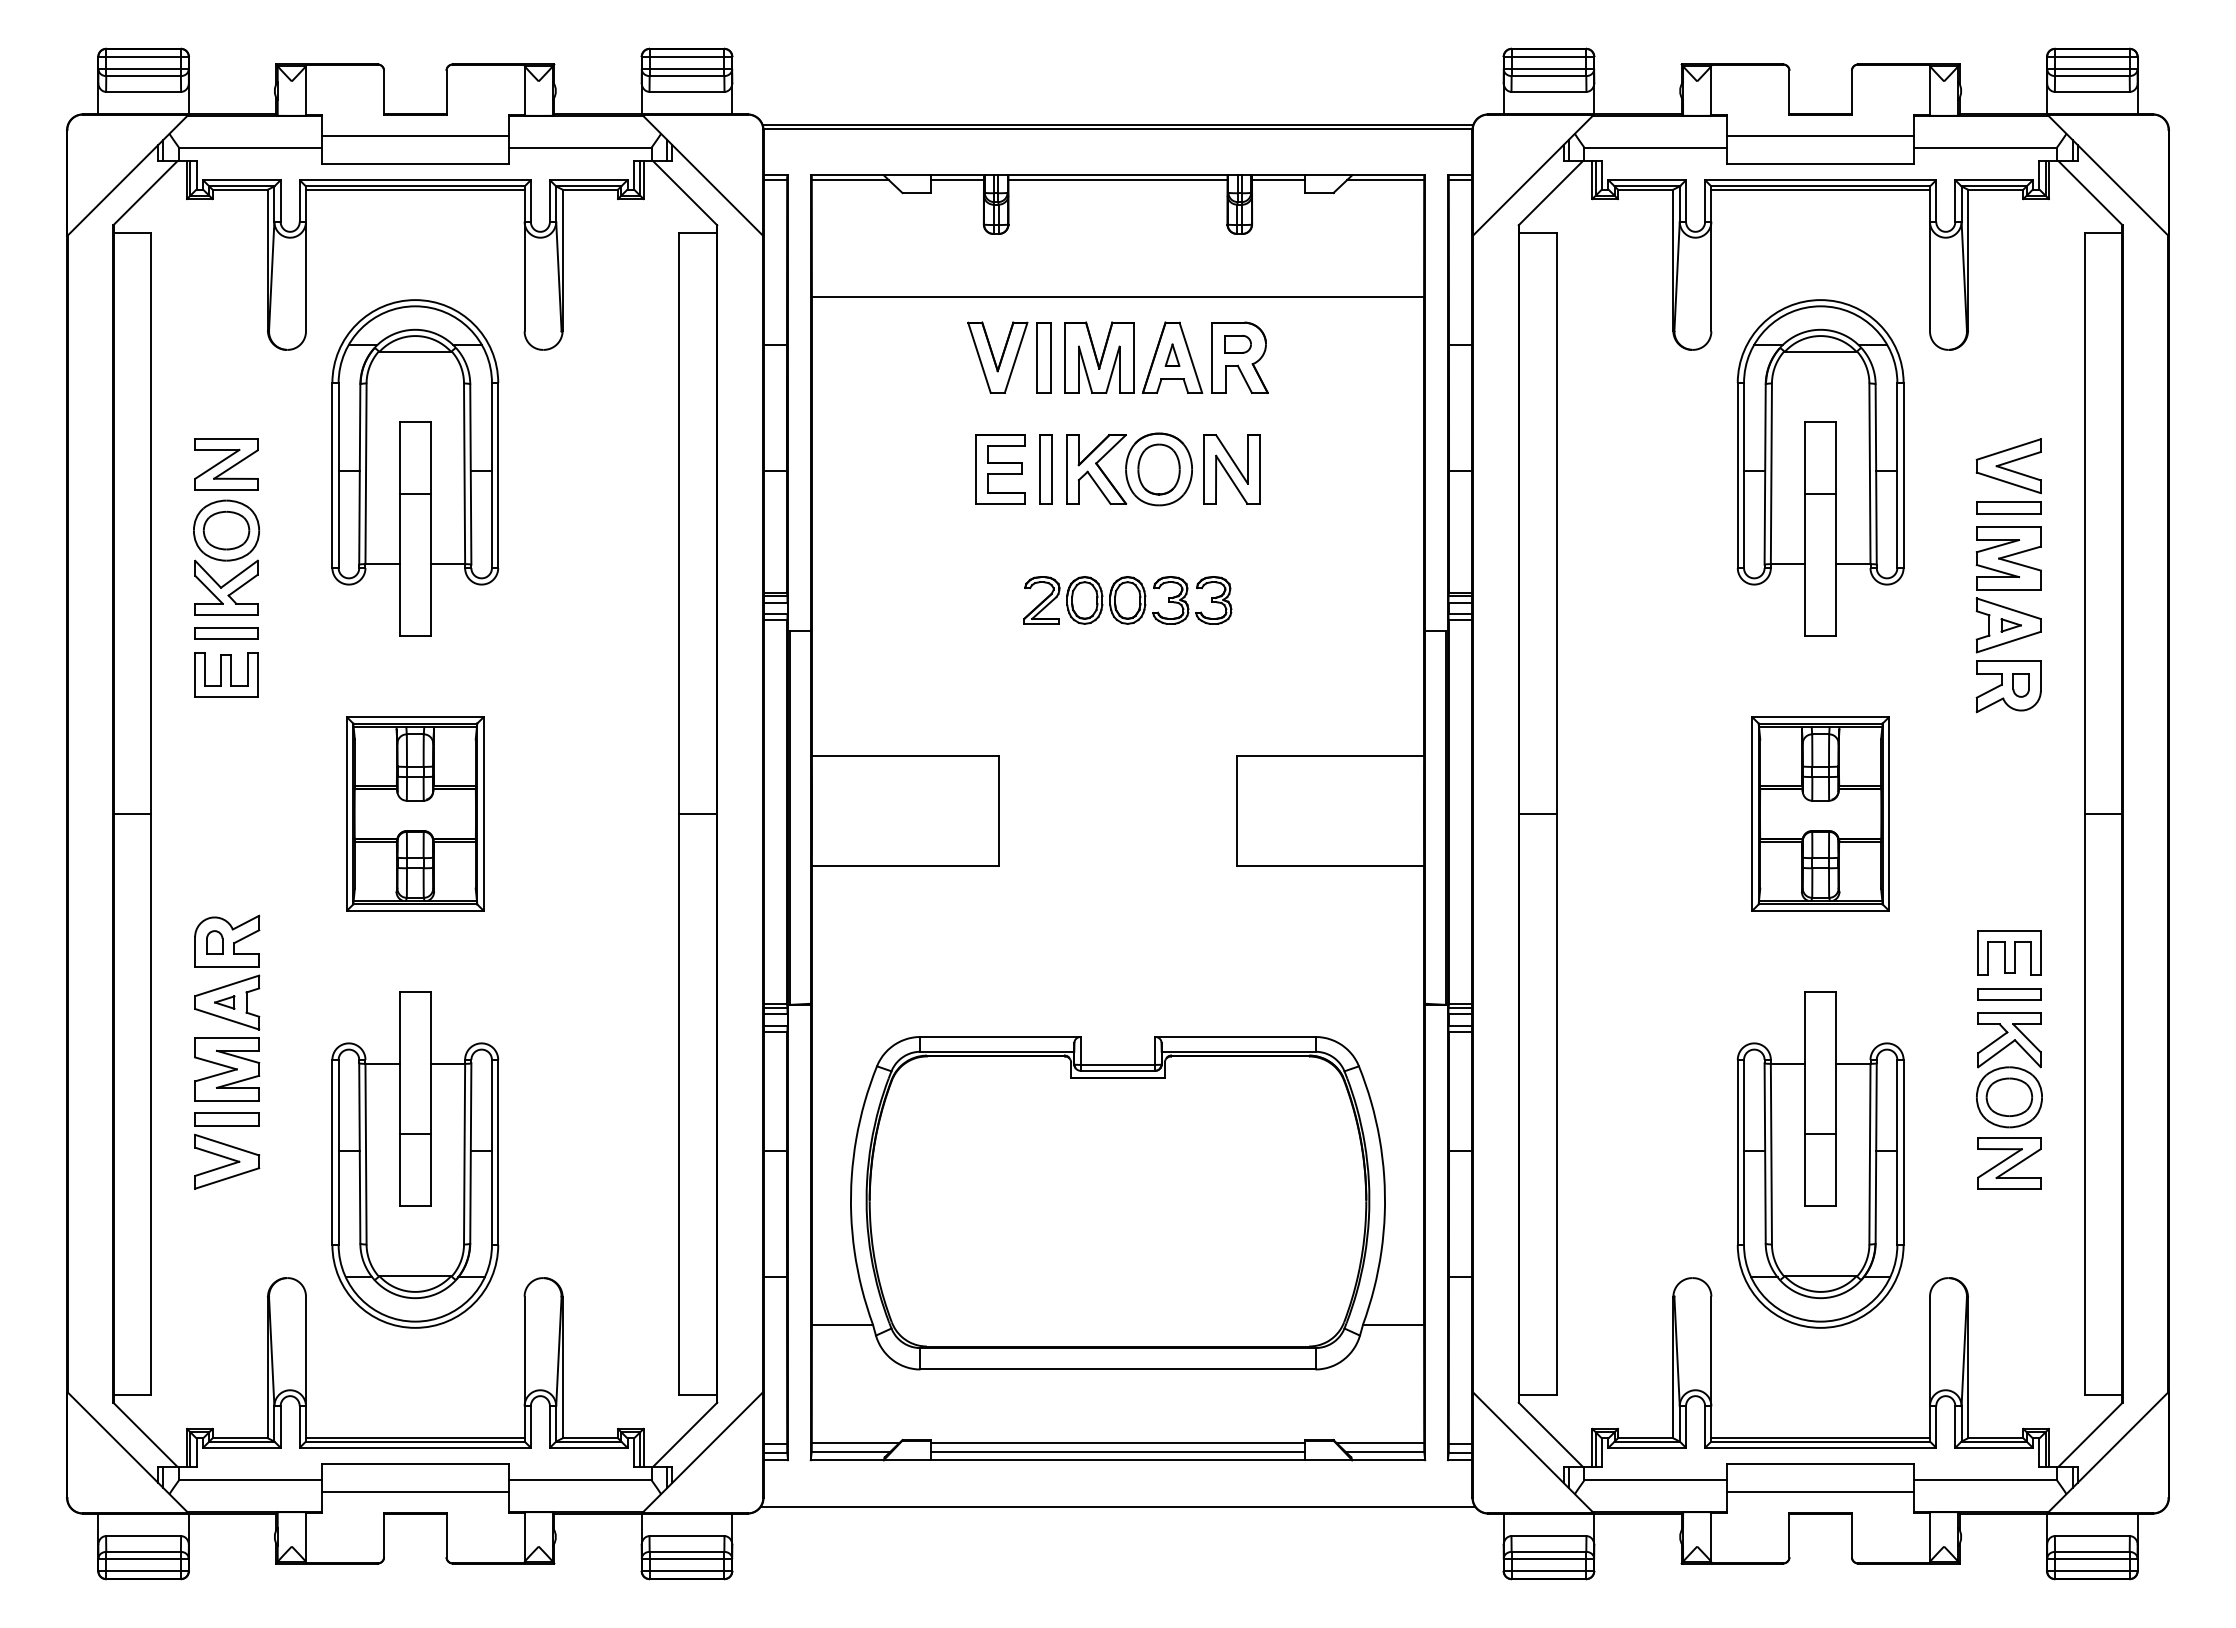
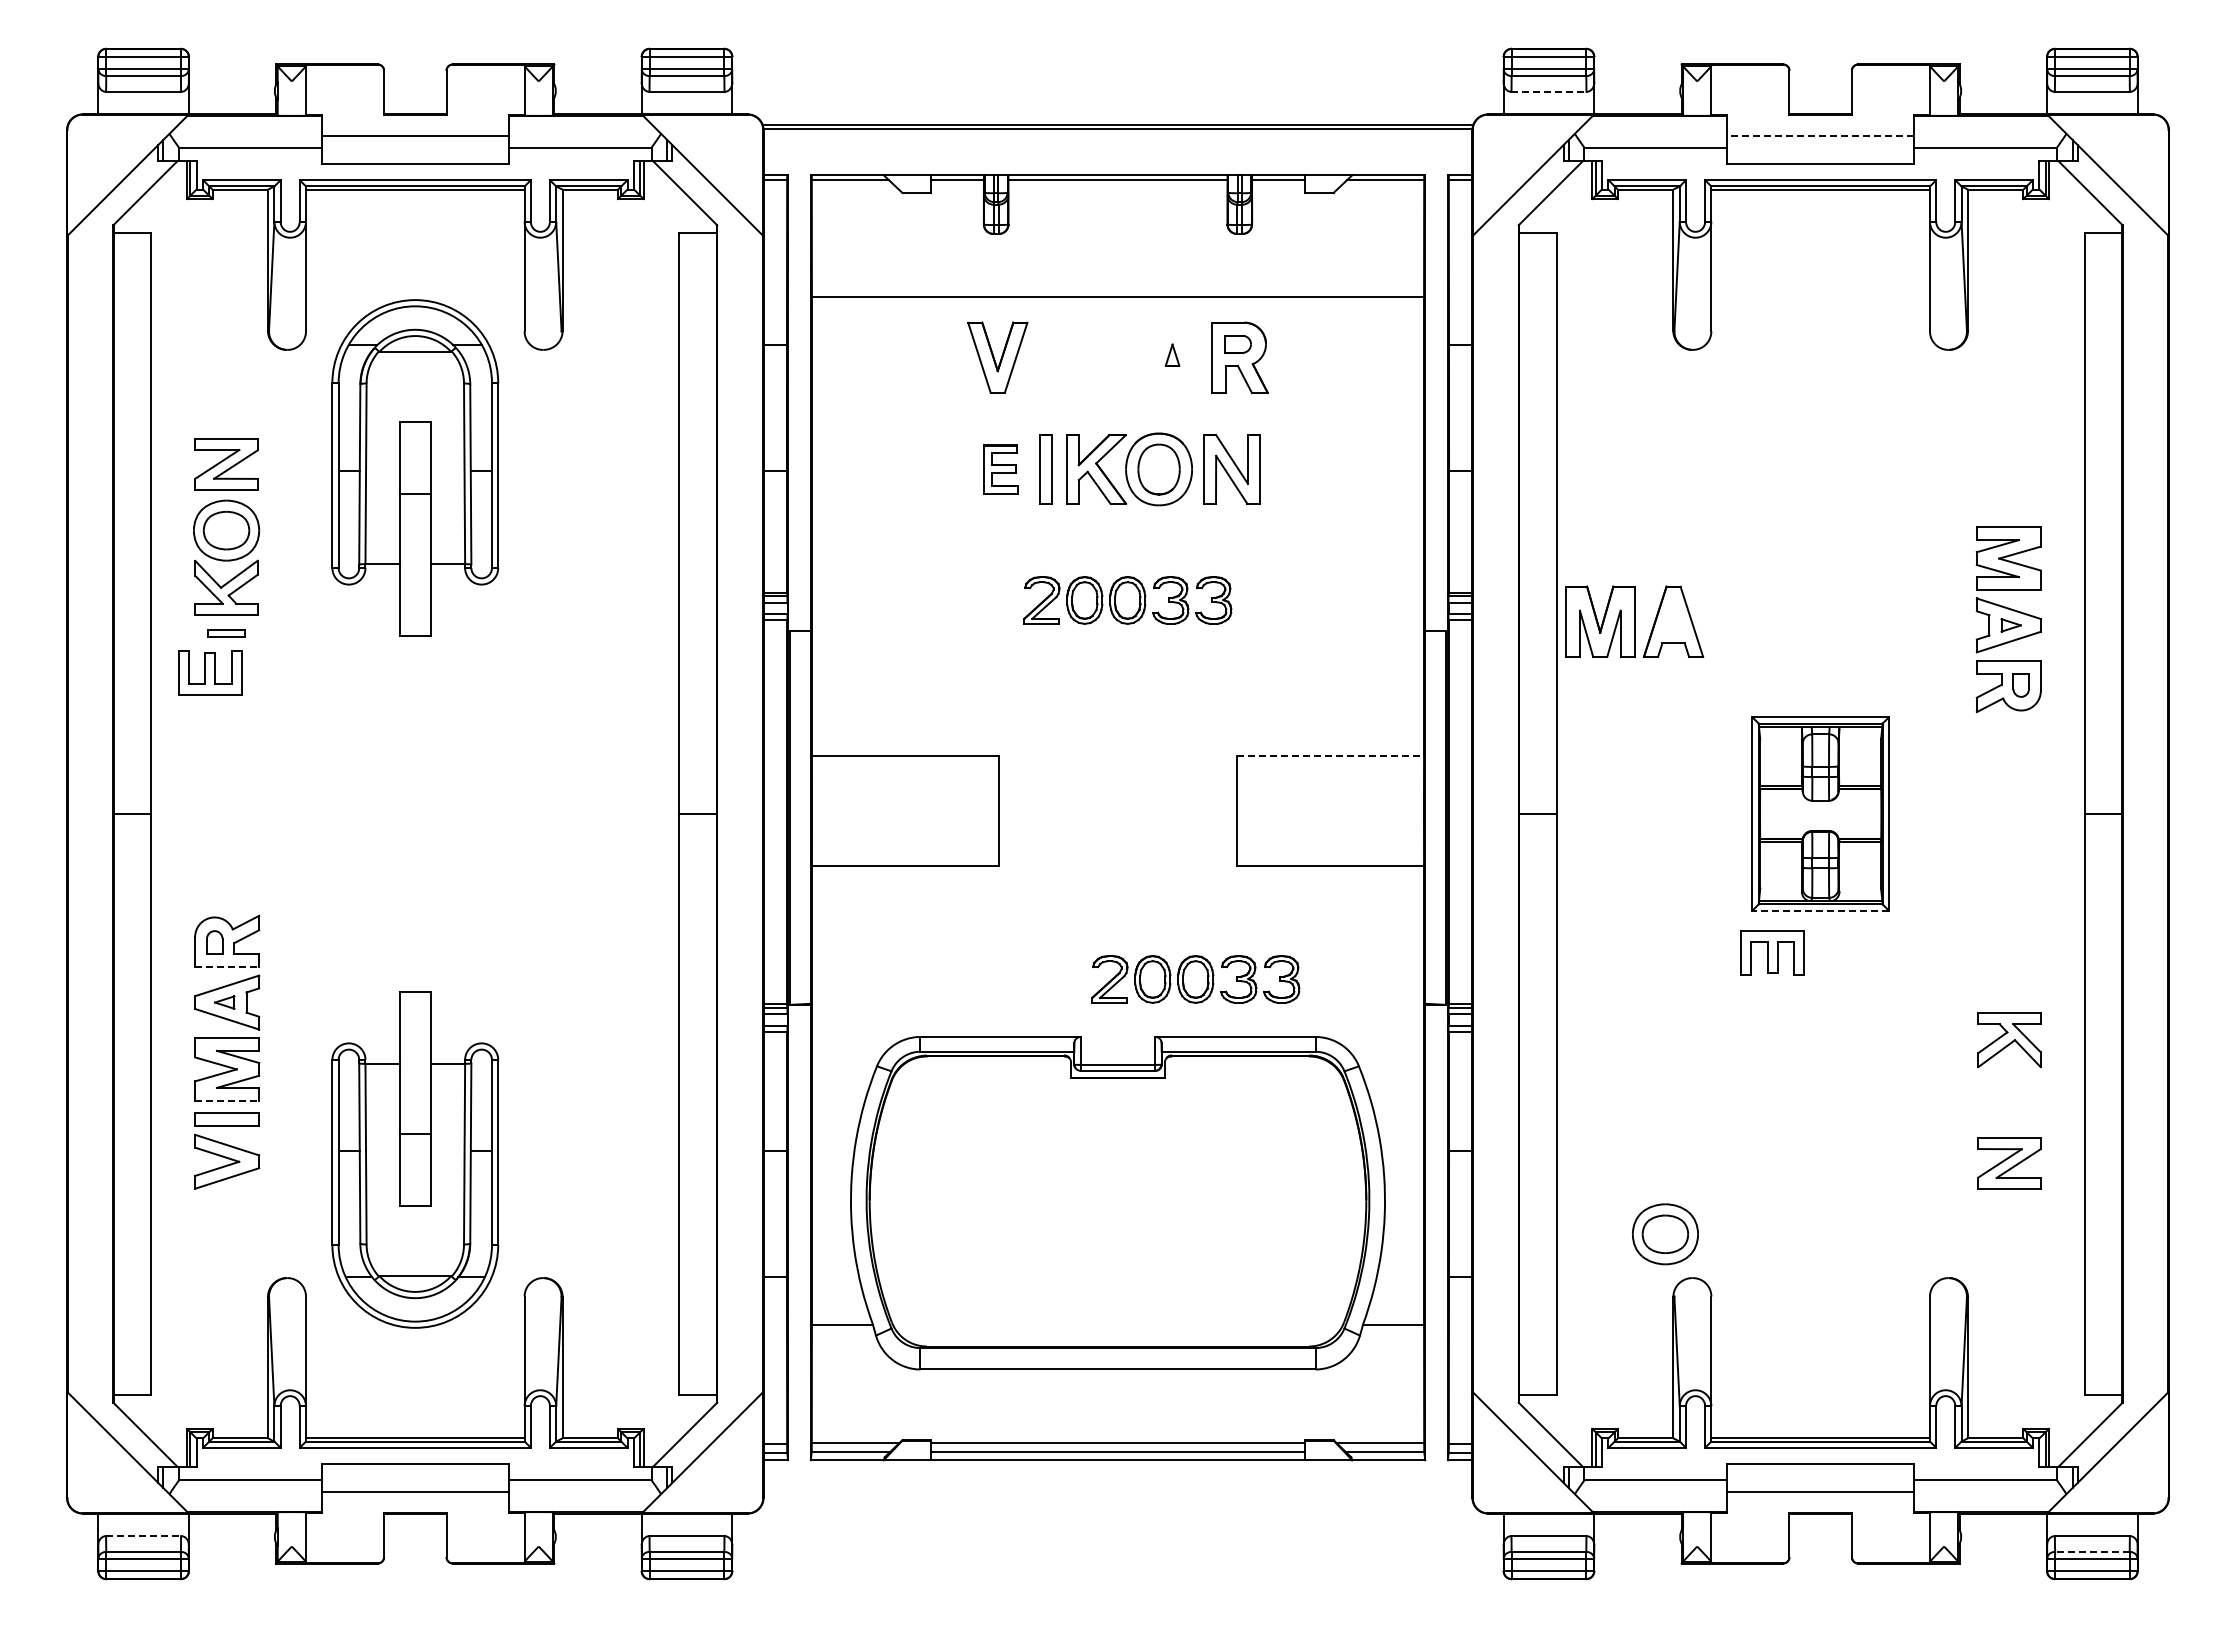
line at (1549, 91): solid -> dashed
line at (1820, 136): solid -> dashed
part at (1043, 357): present -> none
part at (1133, 357) position: (1133, 357) -> (1634, 621)
part at (1820, 467): present -> none
part at (1000, 469) size: 51x71 px -> 36x51 px
part at (2008, 476): present -> none
part at (226, 633) size: 65x13 px -> 39x9 px
part at (226, 674) position: (226, 674) -> (210, 672)
line at (1330, 756): solid -> dashed
part at (415, 813): present -> none
line at (1820, 910): solid -> dashed
part at (2009, 952) position: (2009, 952) -> (1772, 952)
line at (227, 967): solid -> dashed
part at (1195, 979): none -> present
part at (2009, 994): present -> none
part at (2009, 1097) position: (2009, 1097) -> (1665, 1234)
line at (227, 1100): solid -> dashed
part at (1820, 1159): present -> none
line at (1117, 1507): present -> none
line at (144, 1536): solid -> dashed
line at (2091, 1551): solid -> dashed
